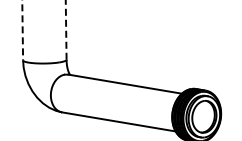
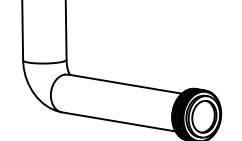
line at (66, 29): dashed -> solid
line at (22, 30): dashed -> solid
